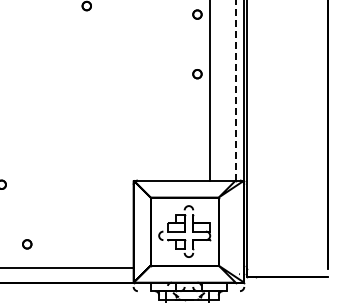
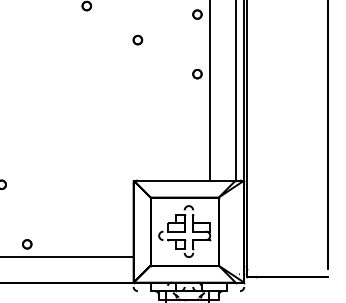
part at (137, 40): none -> present
line at (235, 90): dashed -> solid
line at (67, 268) position: (67, 268) -> (67, 257)
